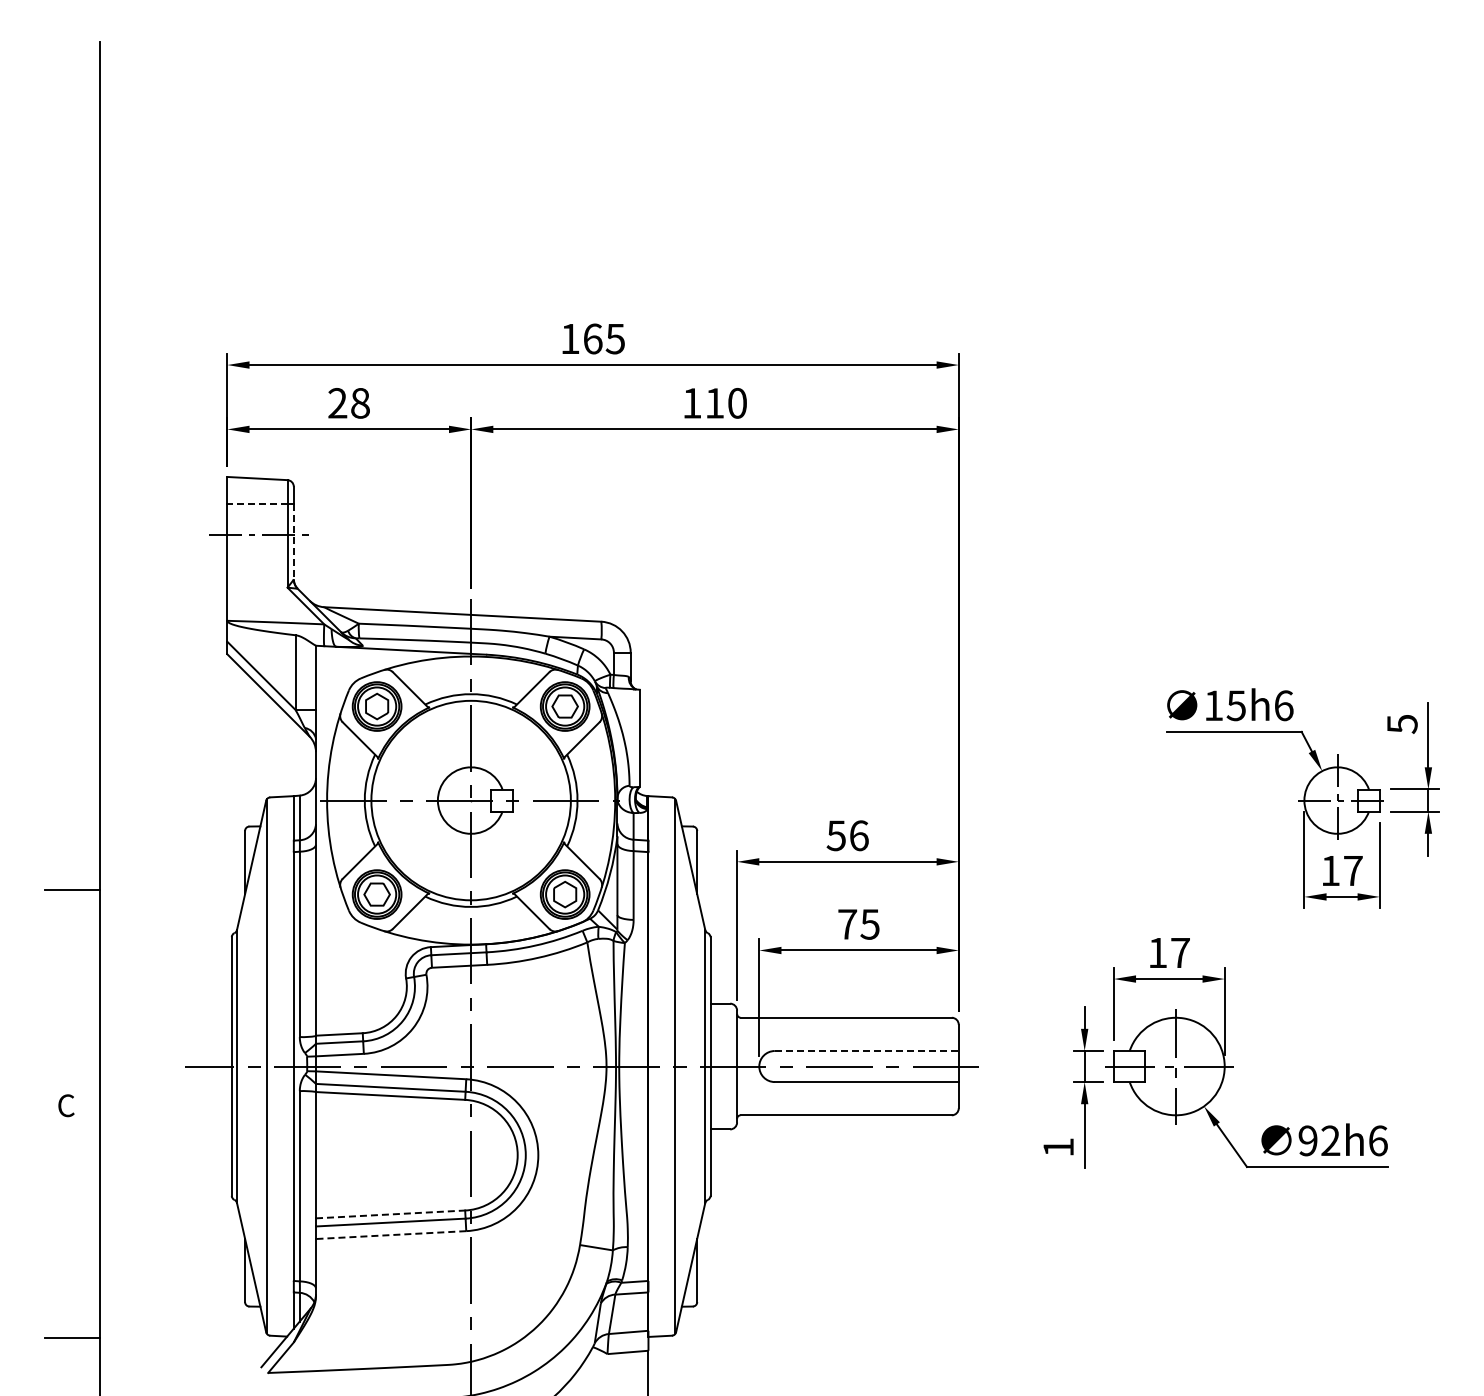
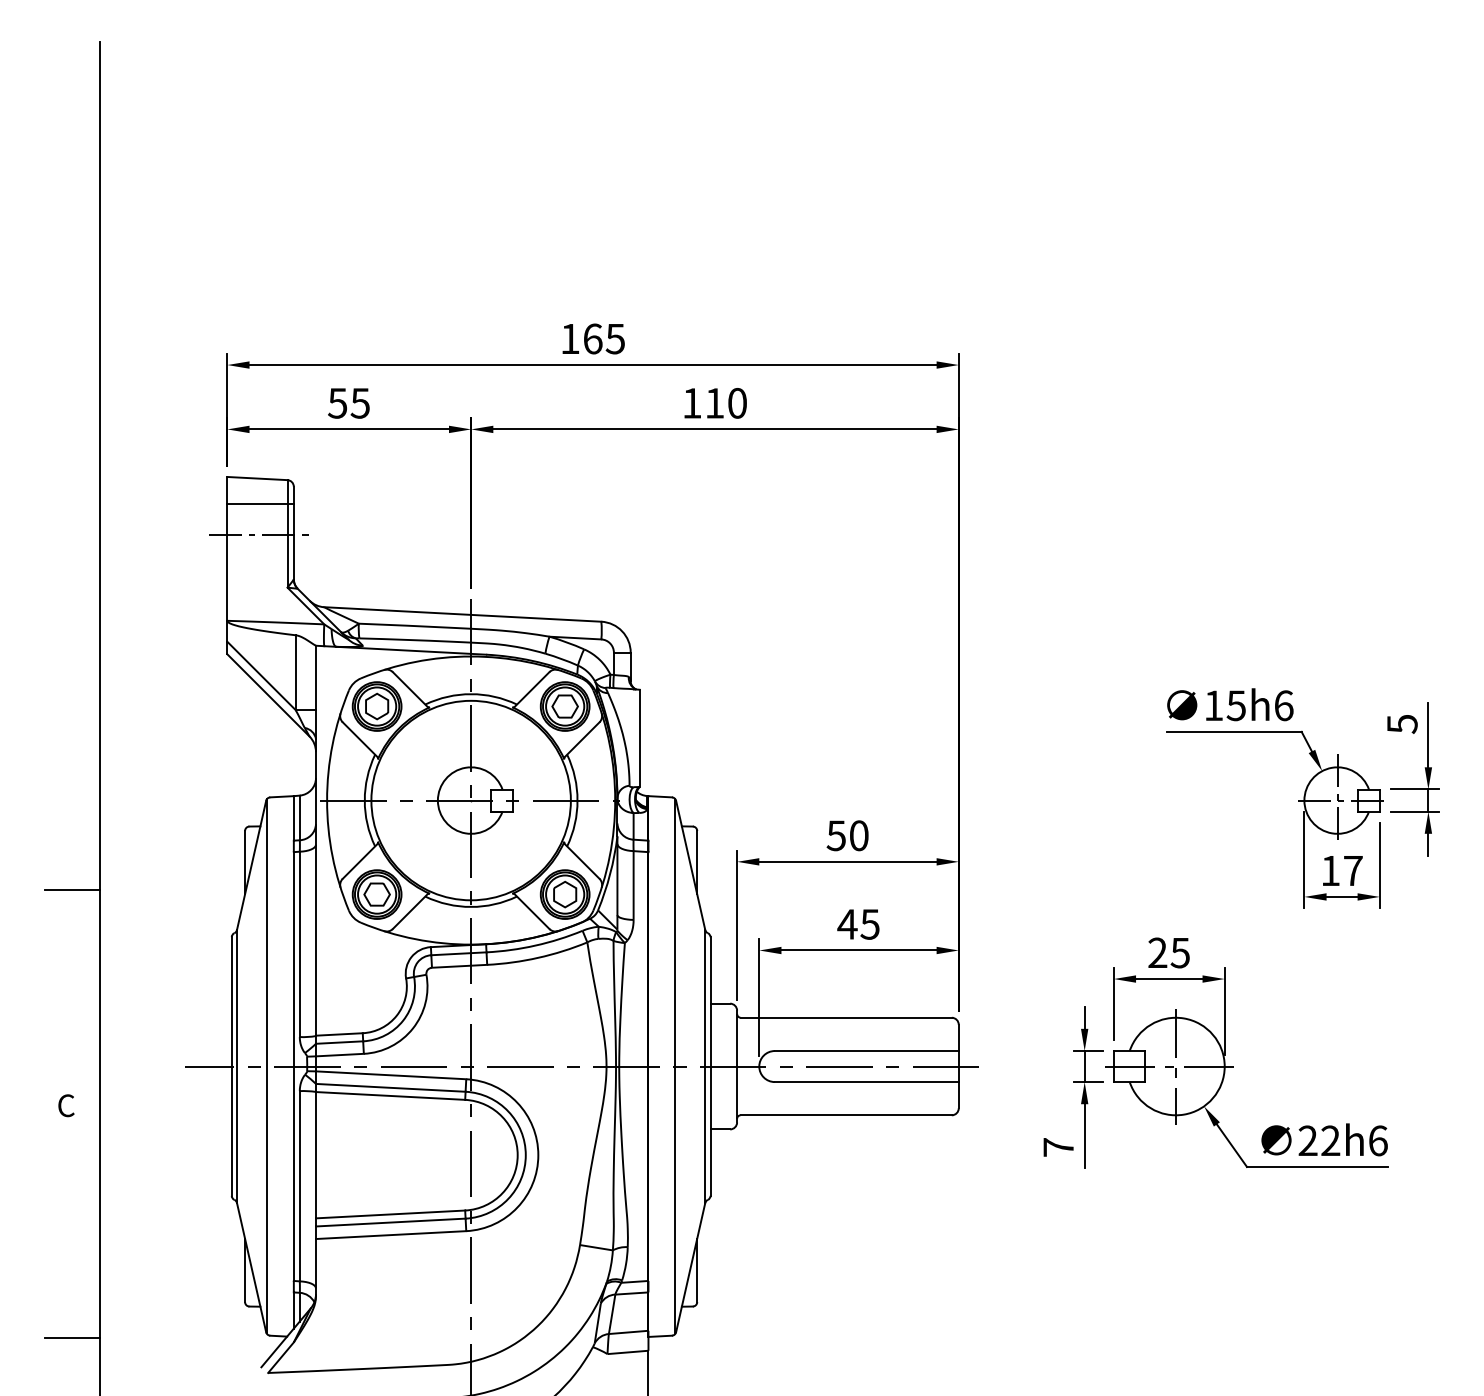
text at (348, 403): 28 -> 55
line at (256, 503): dashed -> solid
line at (293, 541): dashed -> solid
text at (859, 835): 56 -> 50
text at (847, 924): 75 -> 45
text at (1168, 952): 17 -> 25
line at (866, 1051): dashed -> solid
text at (1307, 1140): 92h6 -> 22h6
text at (1058, 1147): 1 -> 7
line at (390, 1214): dashed -> solid
line at (390, 1235): dashed -> solid
